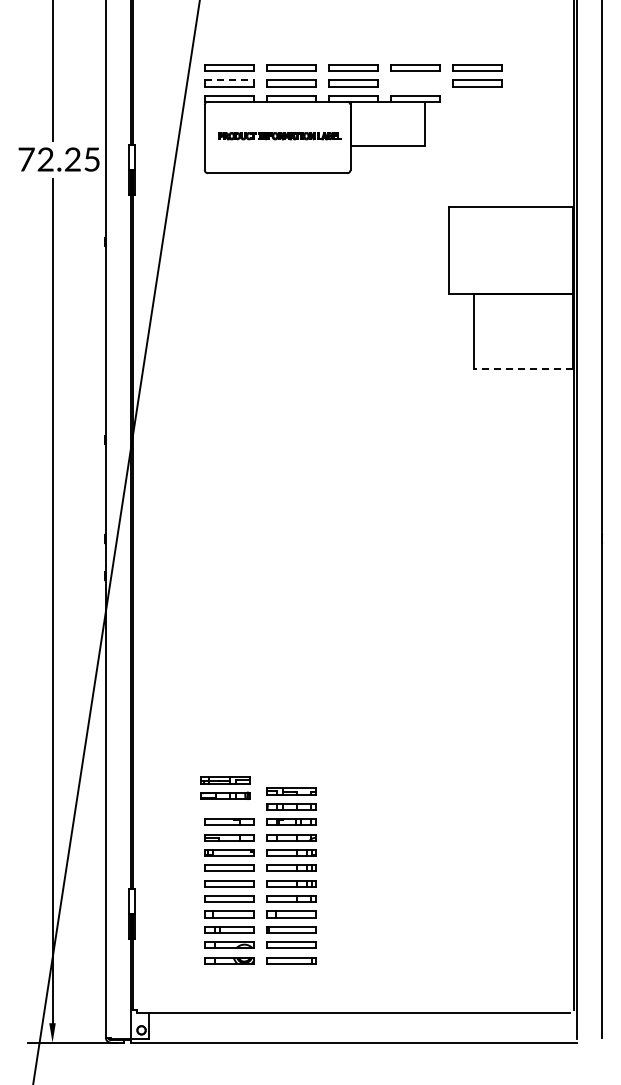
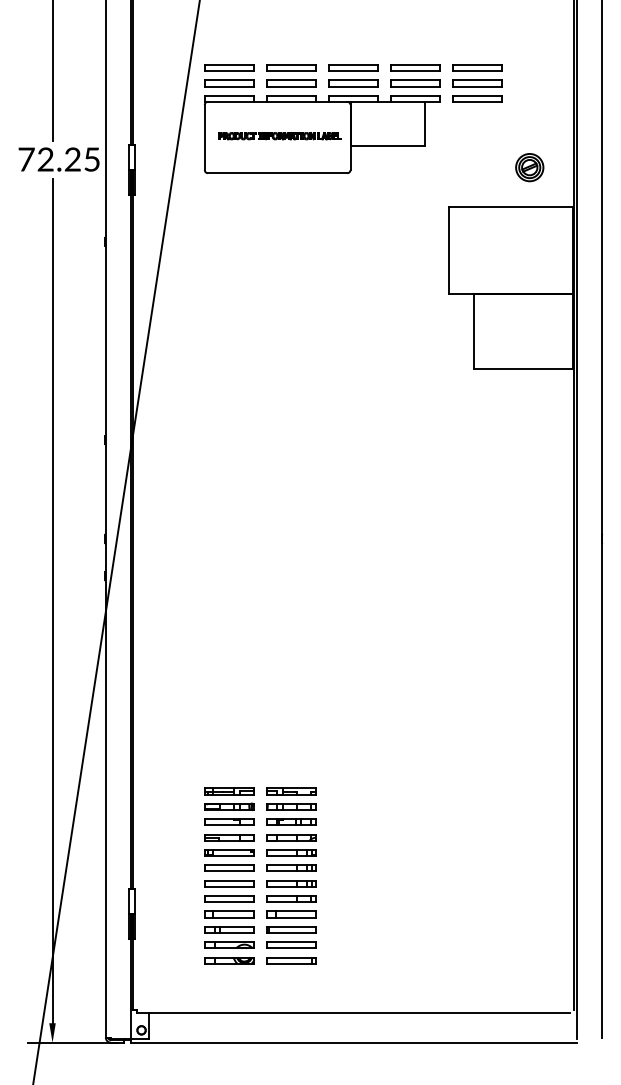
line at (229, 80): dashed -> solid
part at (415, 83): none -> present
part at (477, 98): none -> present
part at (529, 167): none -> present
line at (523, 368): dashed -> solid
part at (225, 787) position: (225, 787) -> (229, 798)
